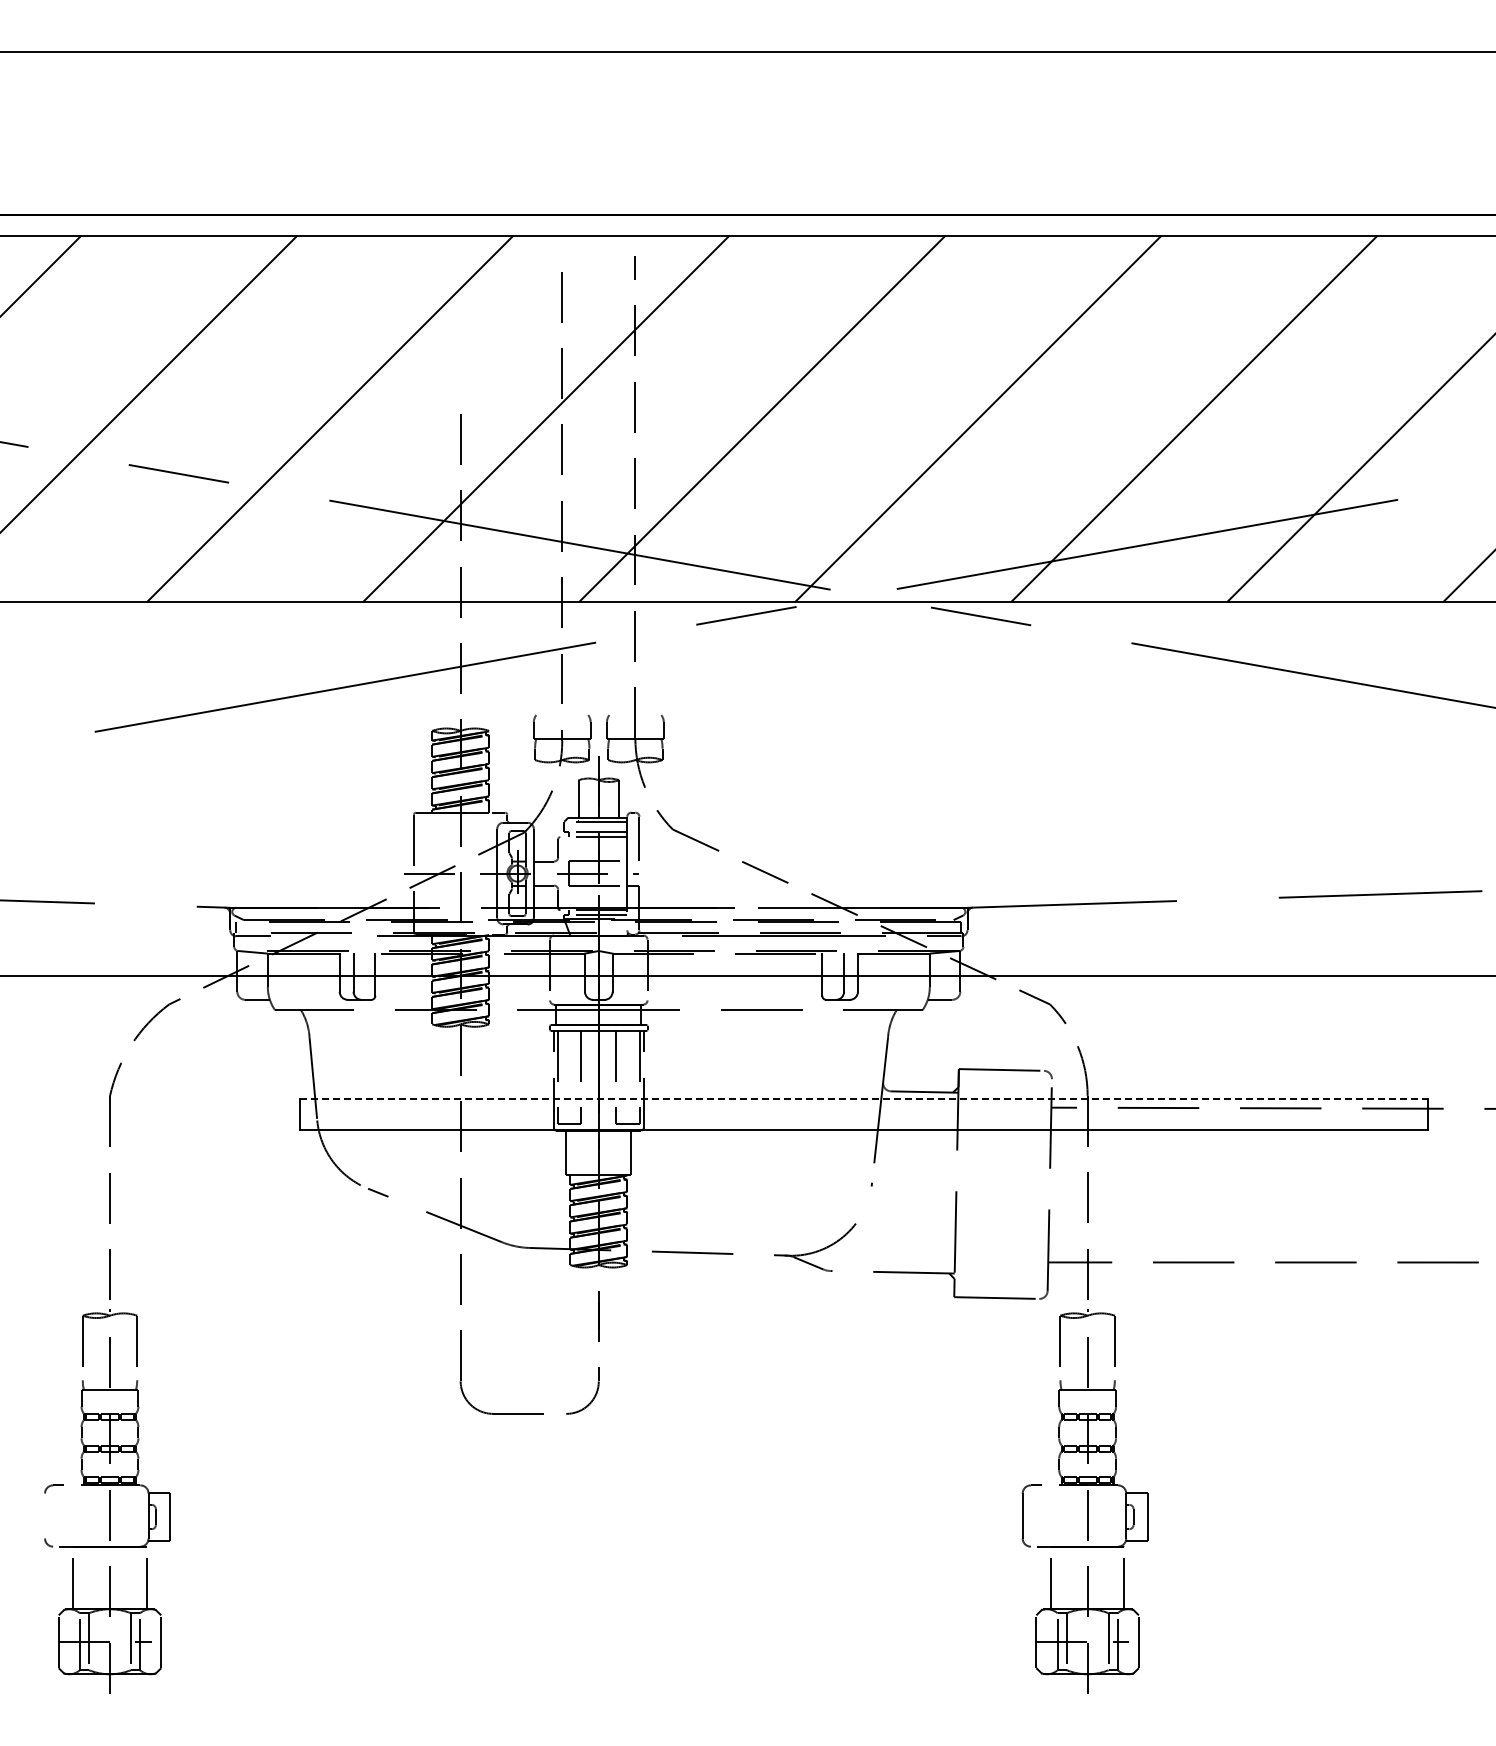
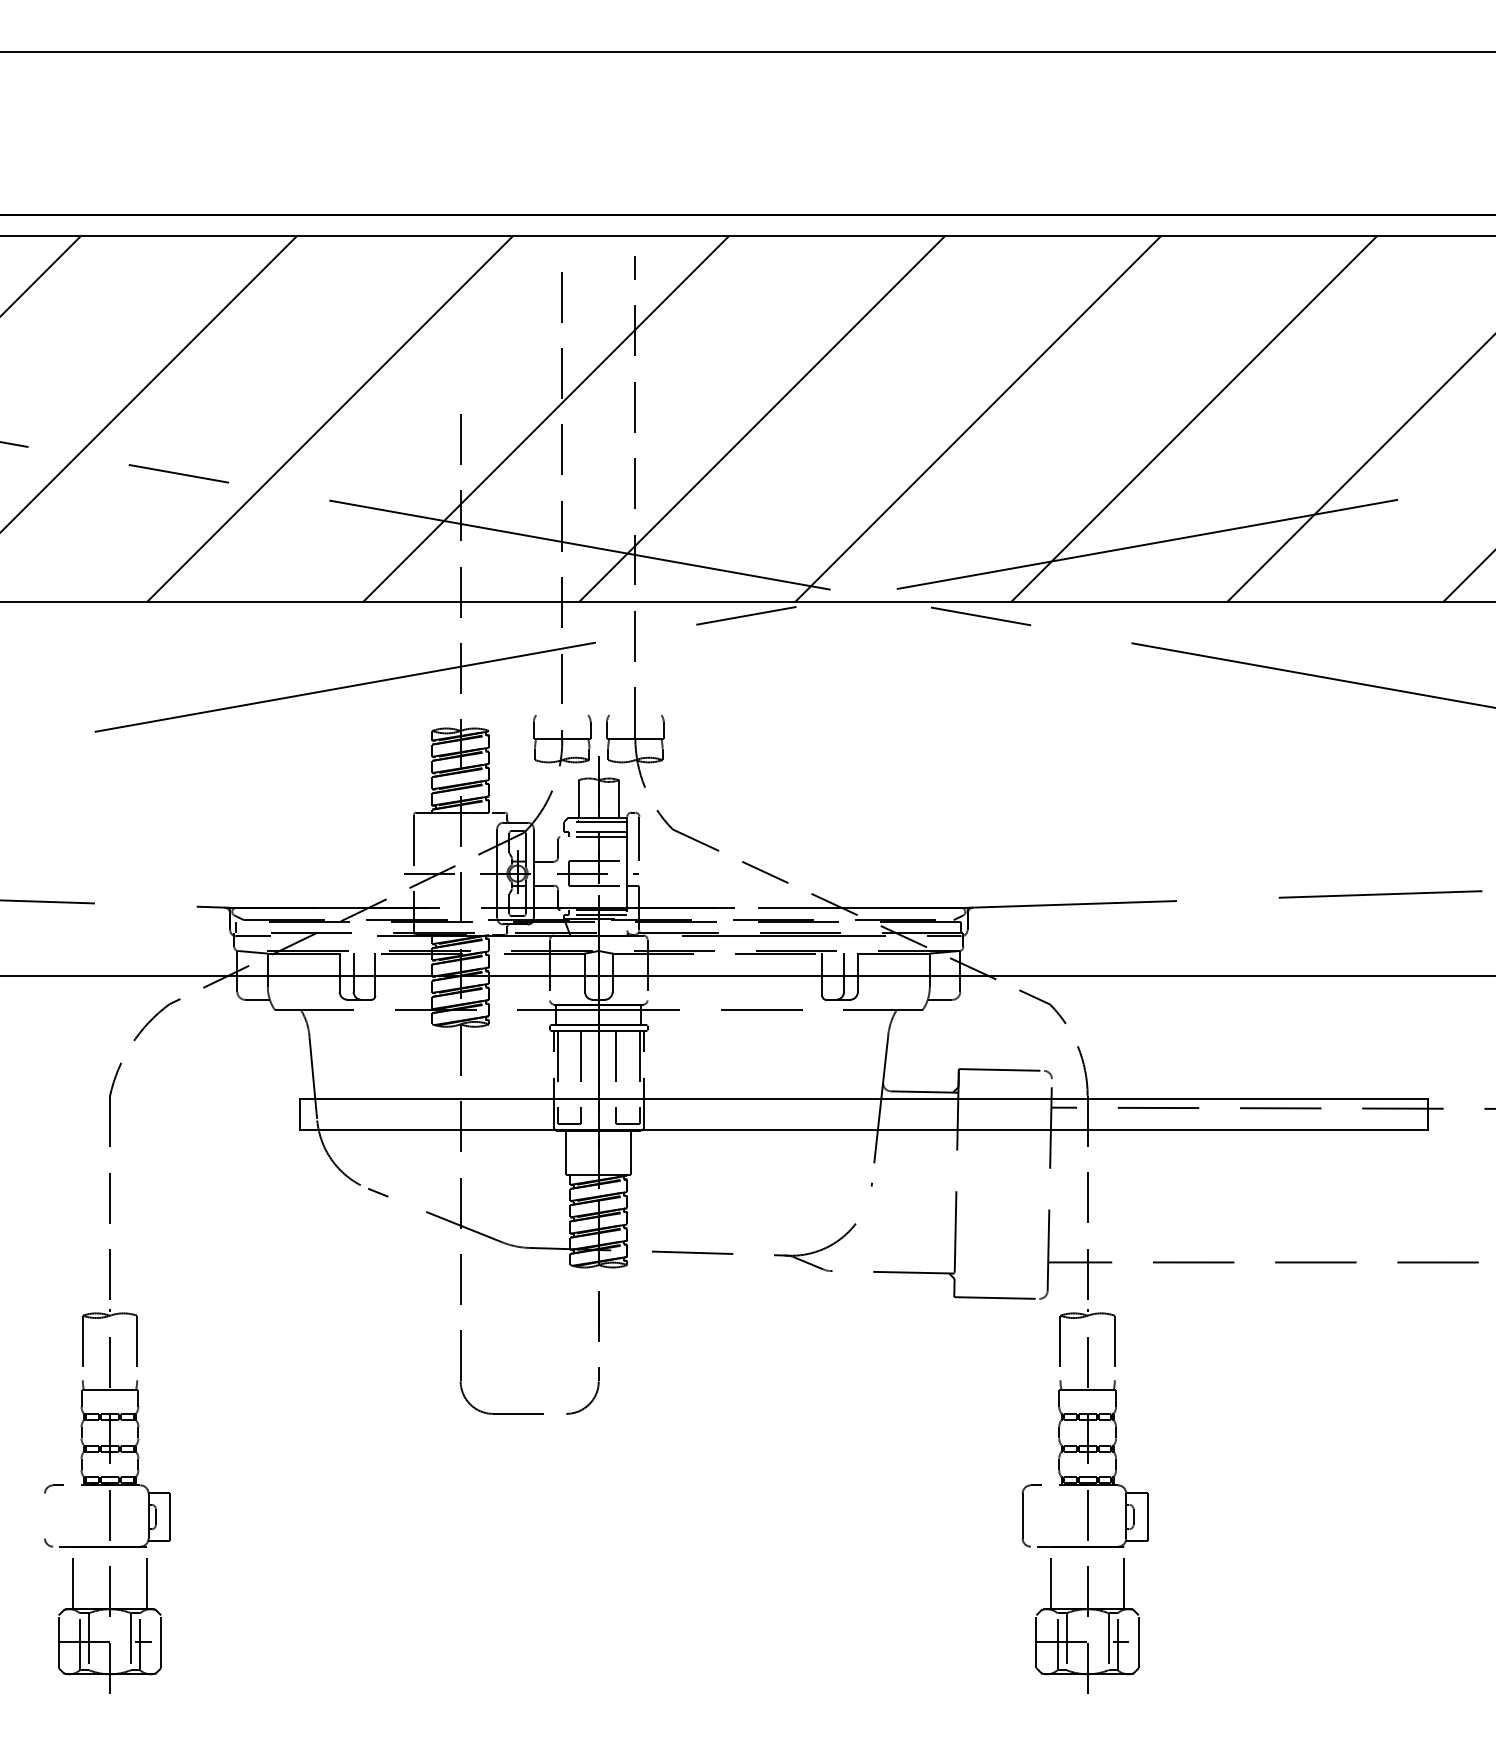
line at (864, 1099): dashed -> solid
